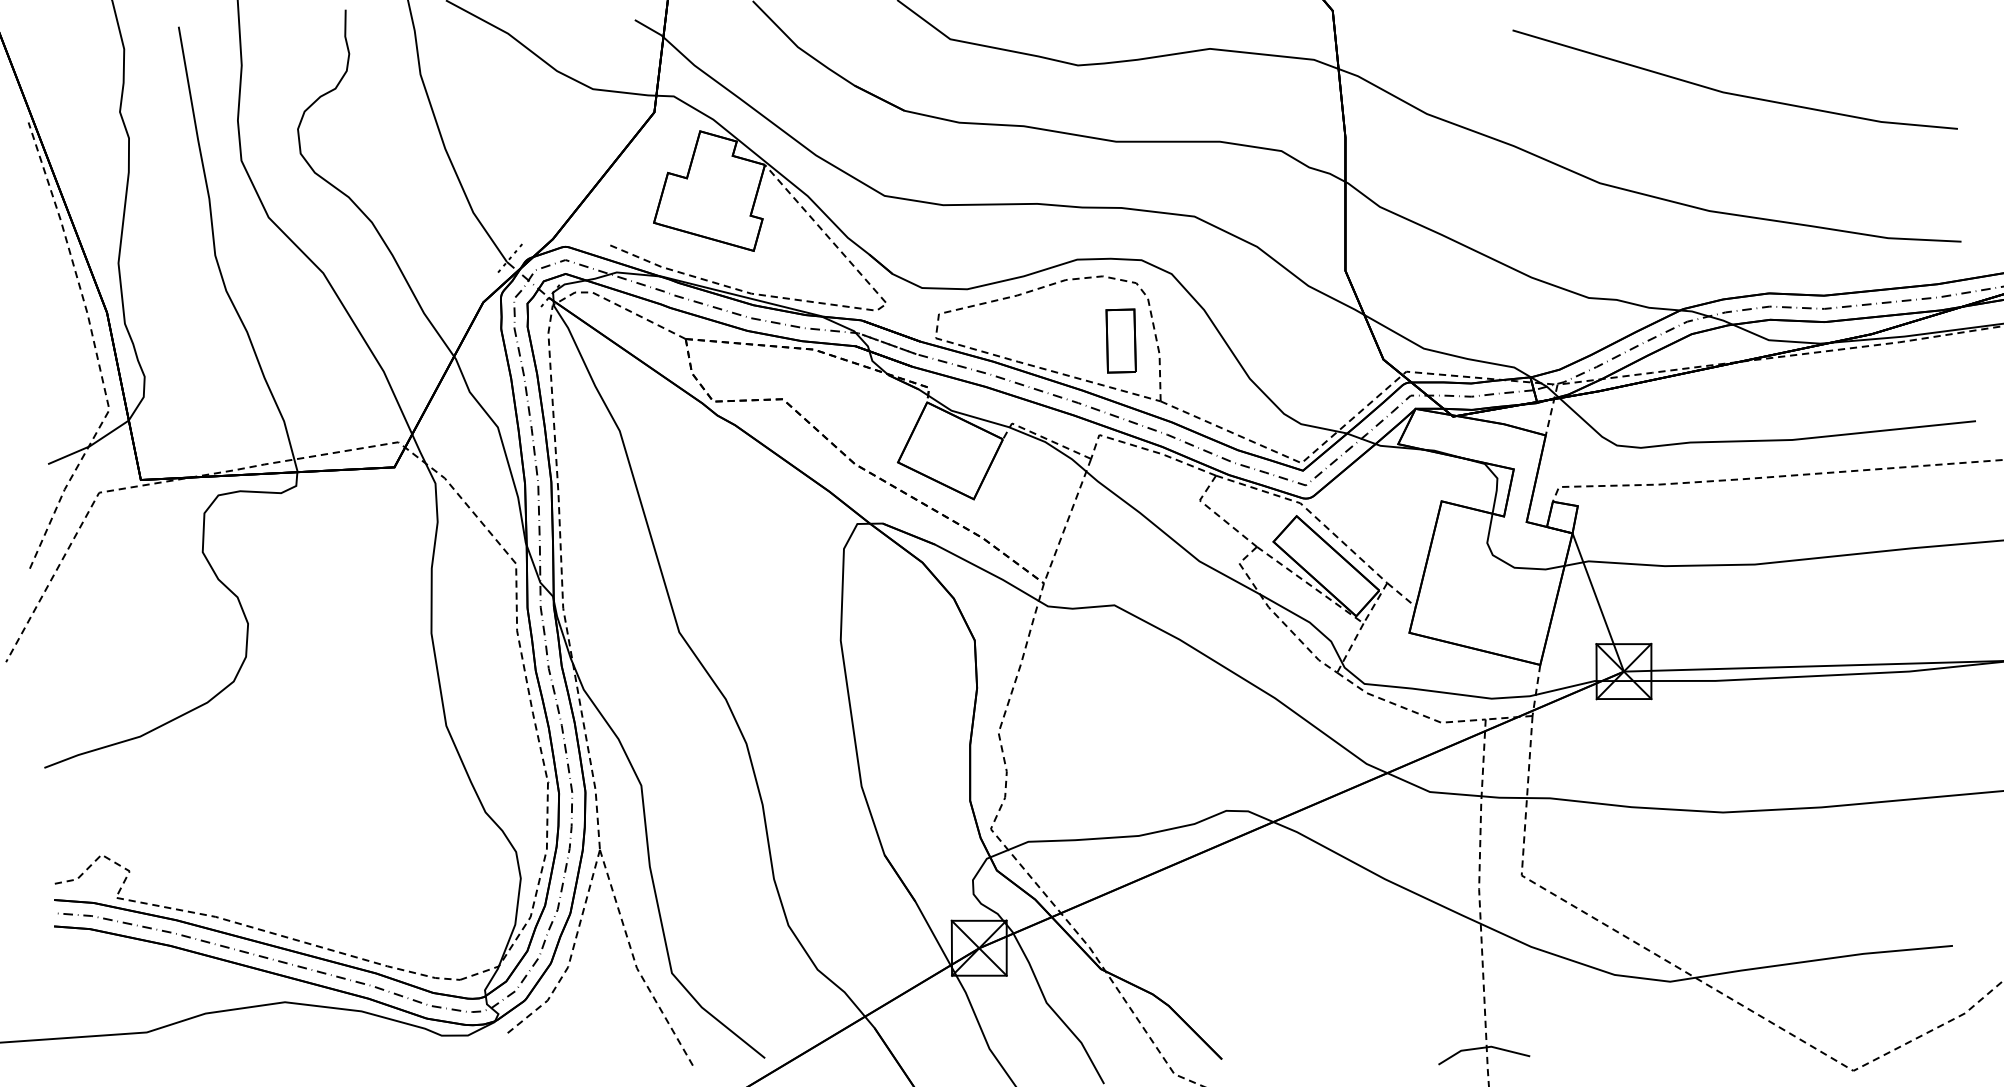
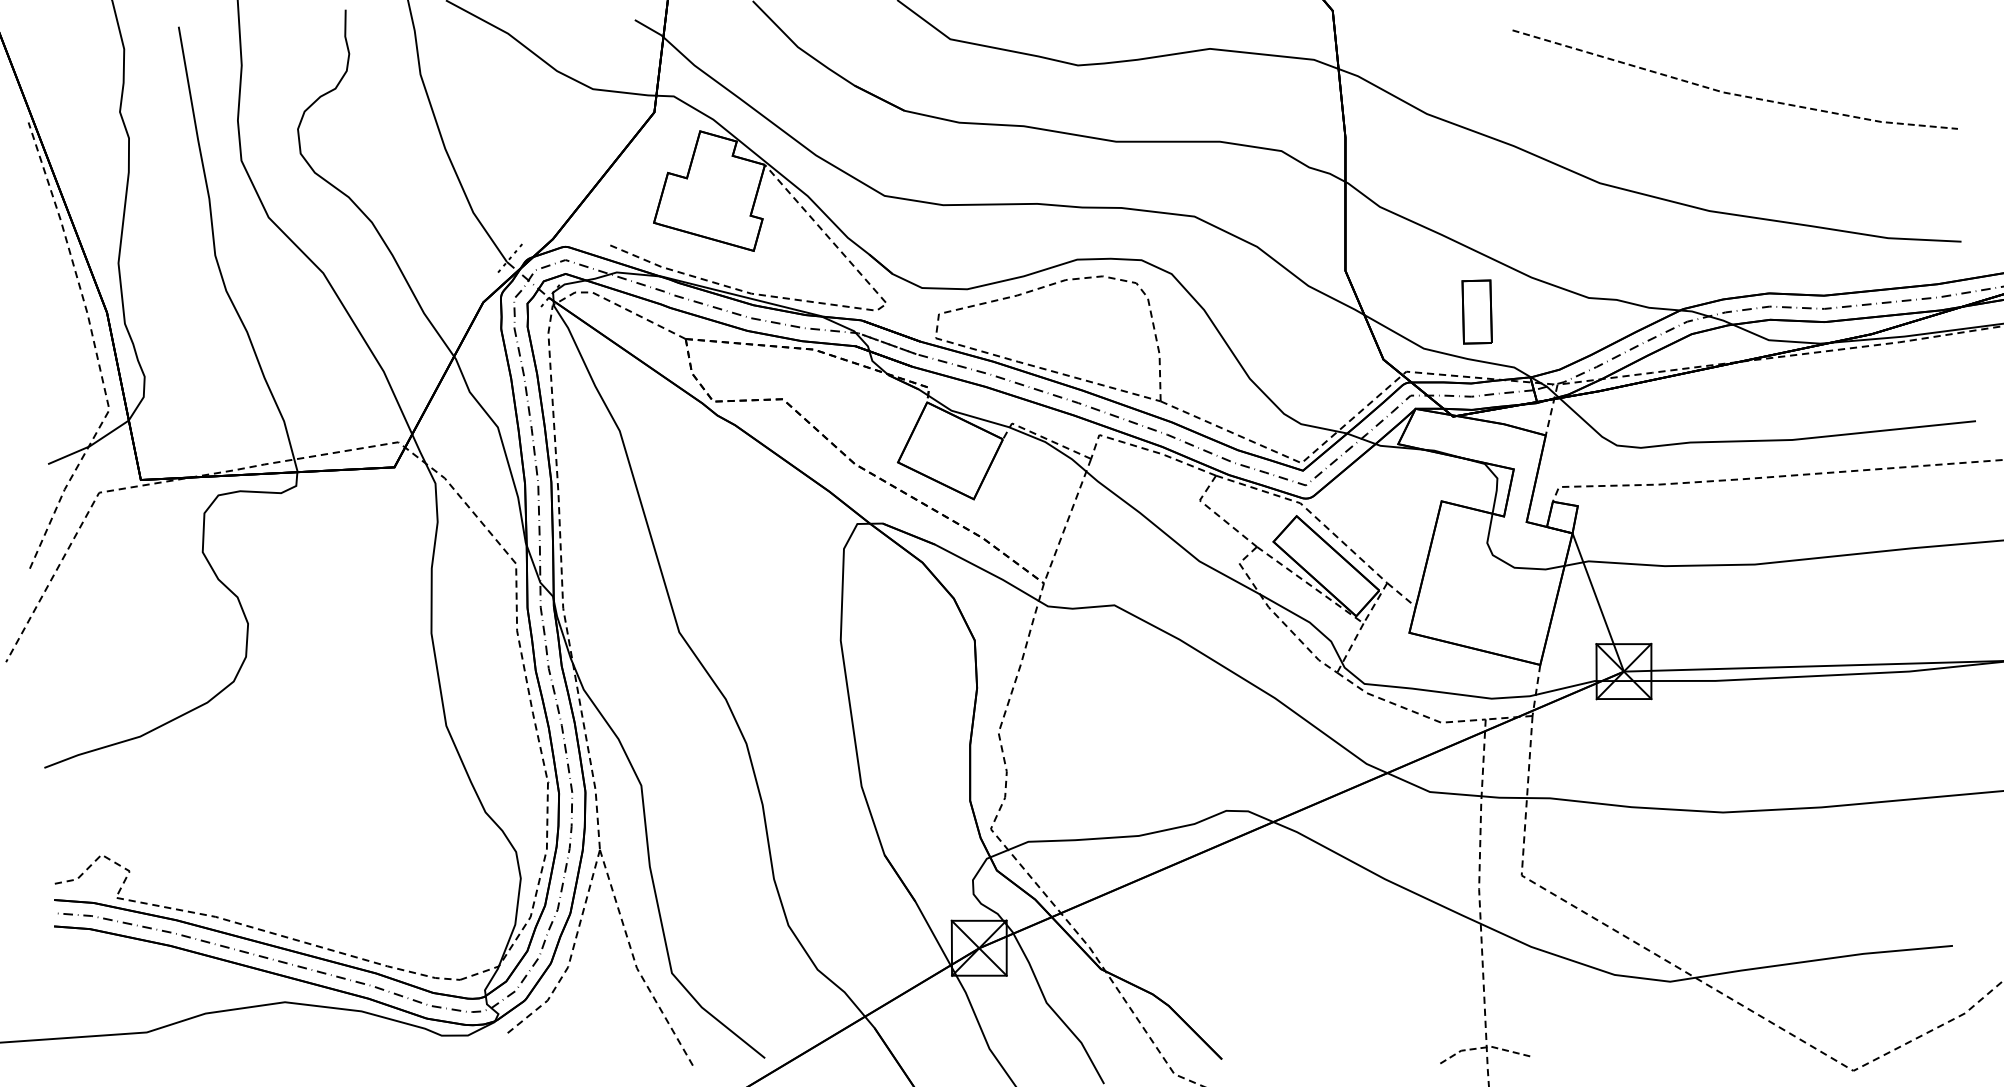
line at (1732, 94): solid -> dashed
part at (1120, 340) position: (1120, 340) -> (1476, 311)
line at (1482, 1047): solid -> dashed
